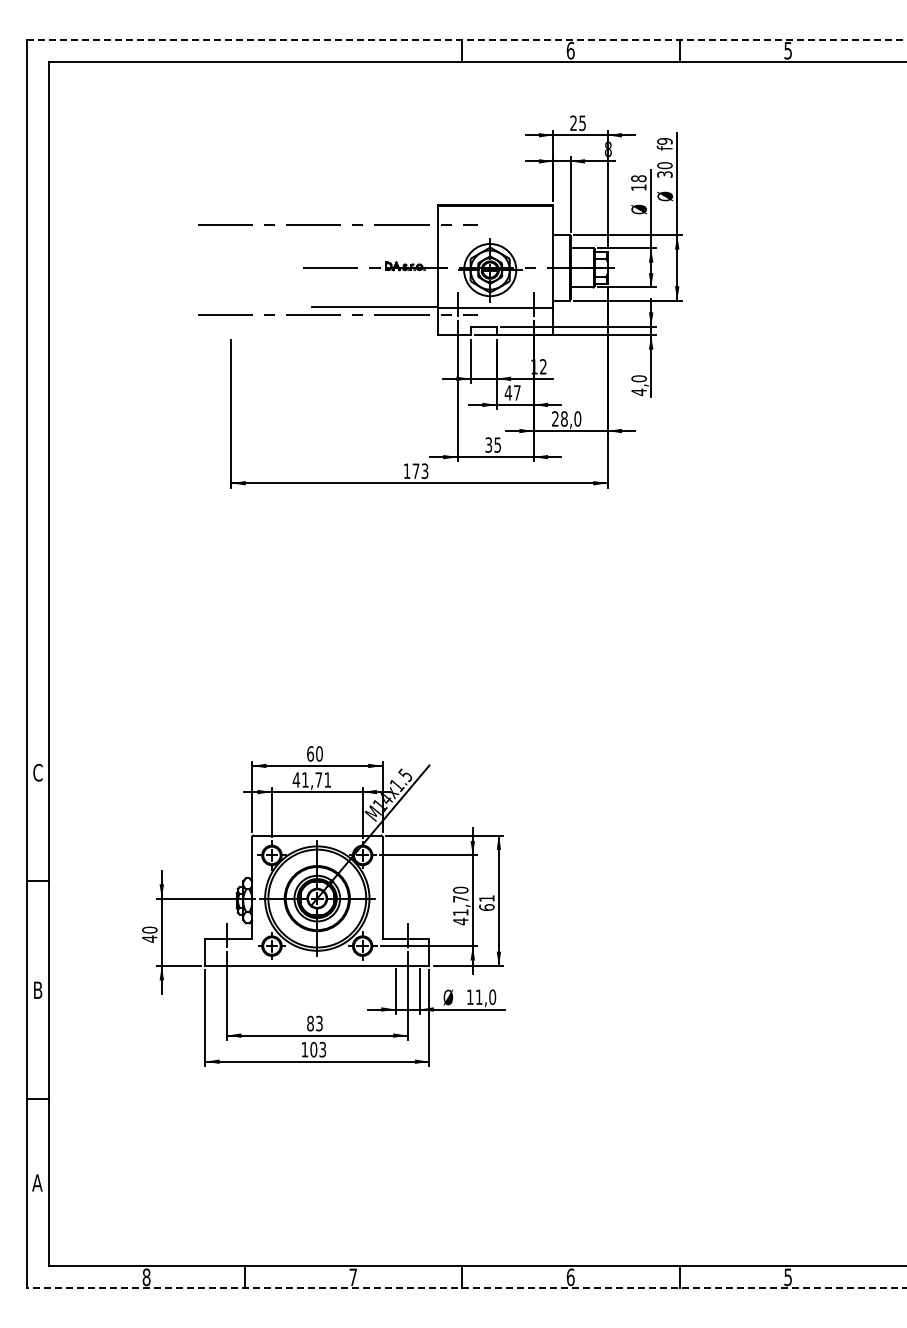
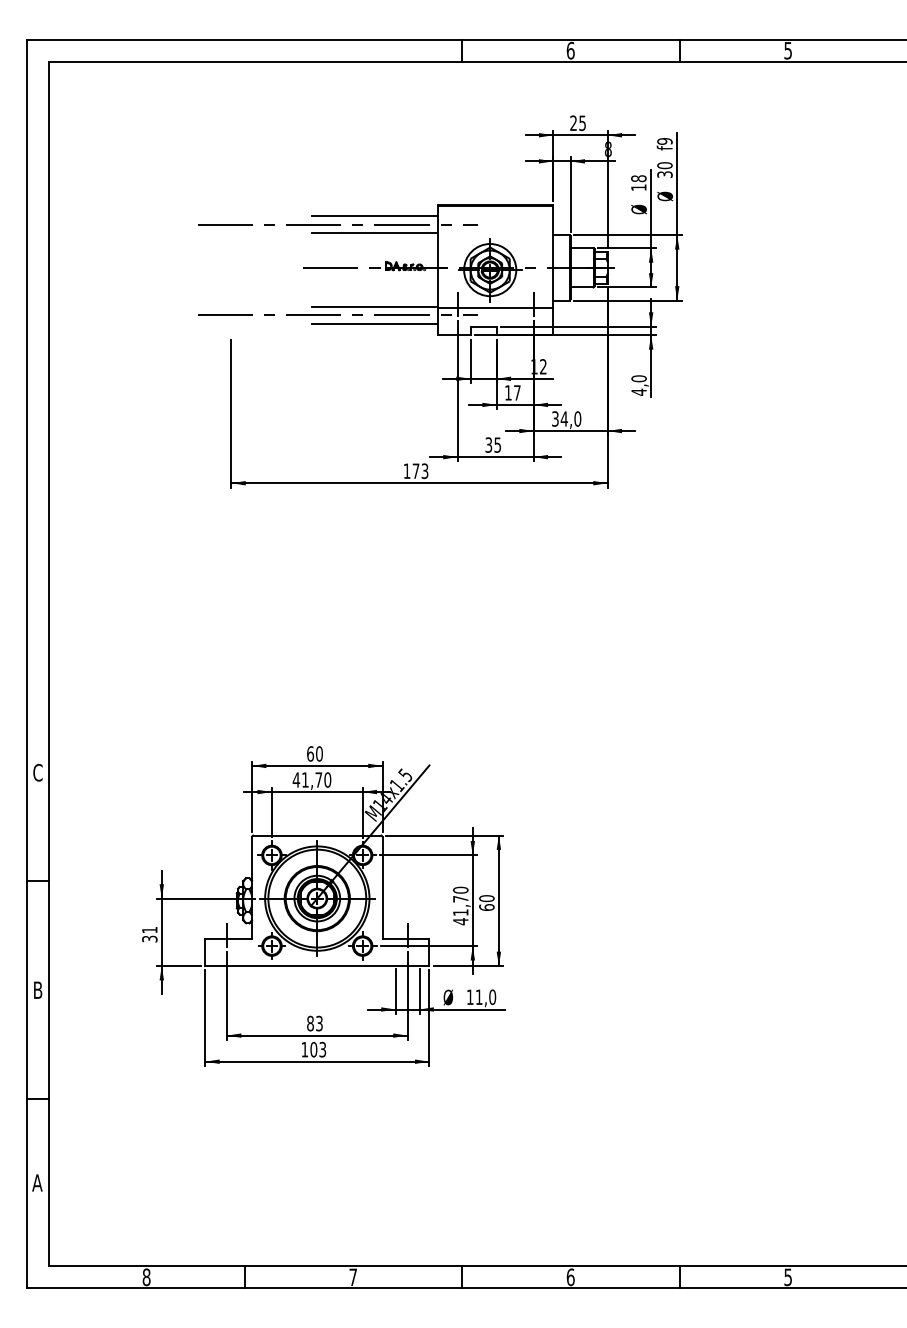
line at (467, 39): dashed -> solid
line at (374, 216): none -> present
line at (374, 233): none -> present
line at (374, 324): none -> present
text at (508, 392): 47 -> 17
text at (560, 418): 28,0 -> 34,0
text at (327, 779): 41,71 -> 41,70
text at (486, 898): 61 -> 60
text at (149, 934): 40 -> 31
line at (466, 1288): dashed -> solid
